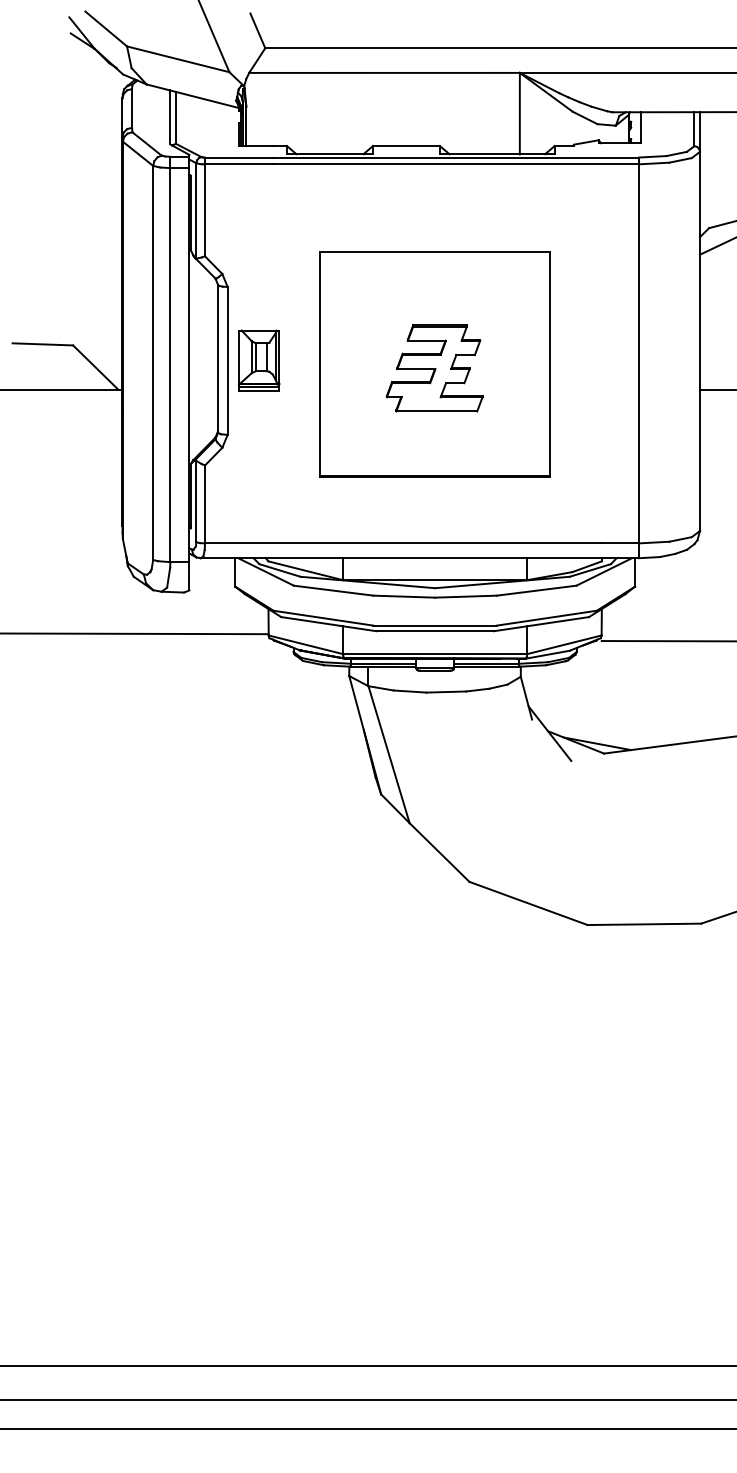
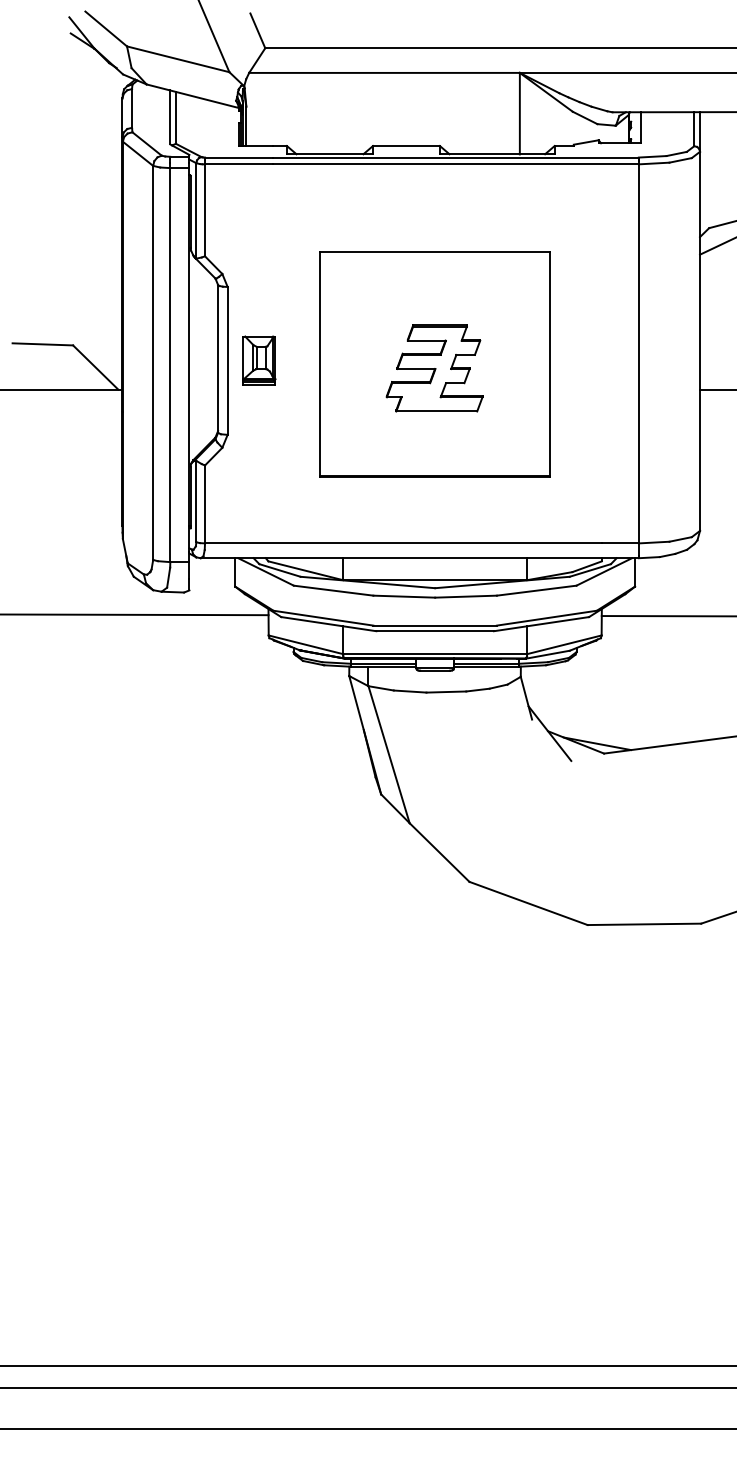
part at (258, 360) size: 44x63 px -> 35x51 px
line at (135, 633) position: (135, 633) -> (135, 614)
line at (667, 641) position: (667, 641) -> (667, 616)
line at (367, 1400) position: (367, 1400) -> (367, 1388)
